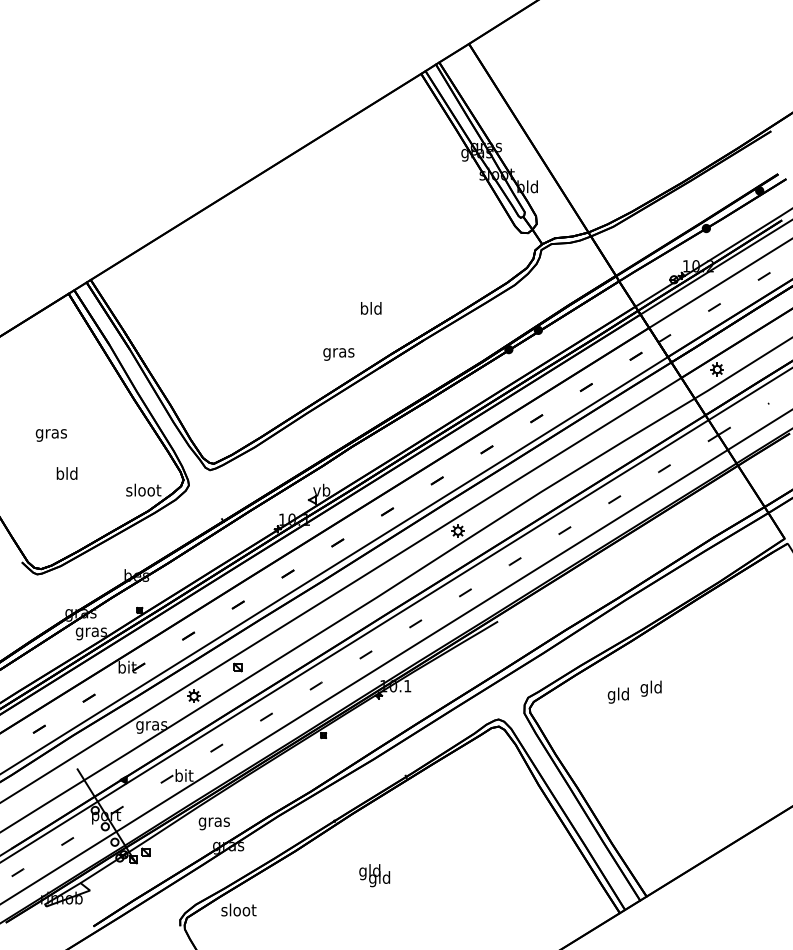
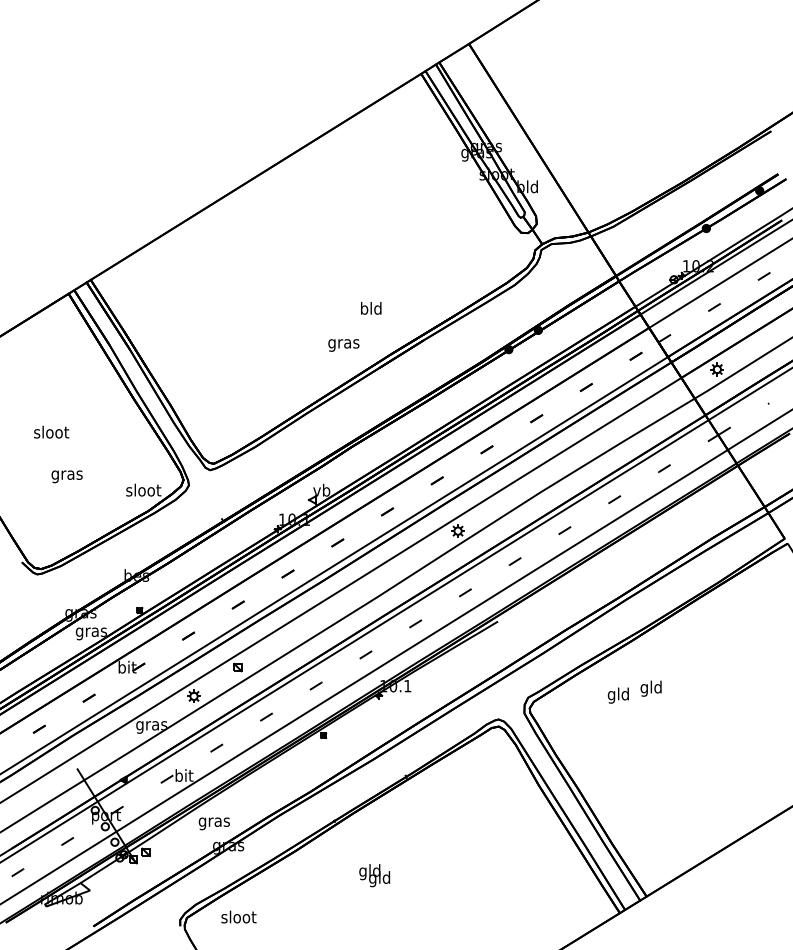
text at (338, 354) position: (338, 354) -> (343, 345)
text at (51, 433): gras -> sloot
text at (66, 475): bld -> gras
text at (238, 909) position: (238, 909) -> (238, 916)
